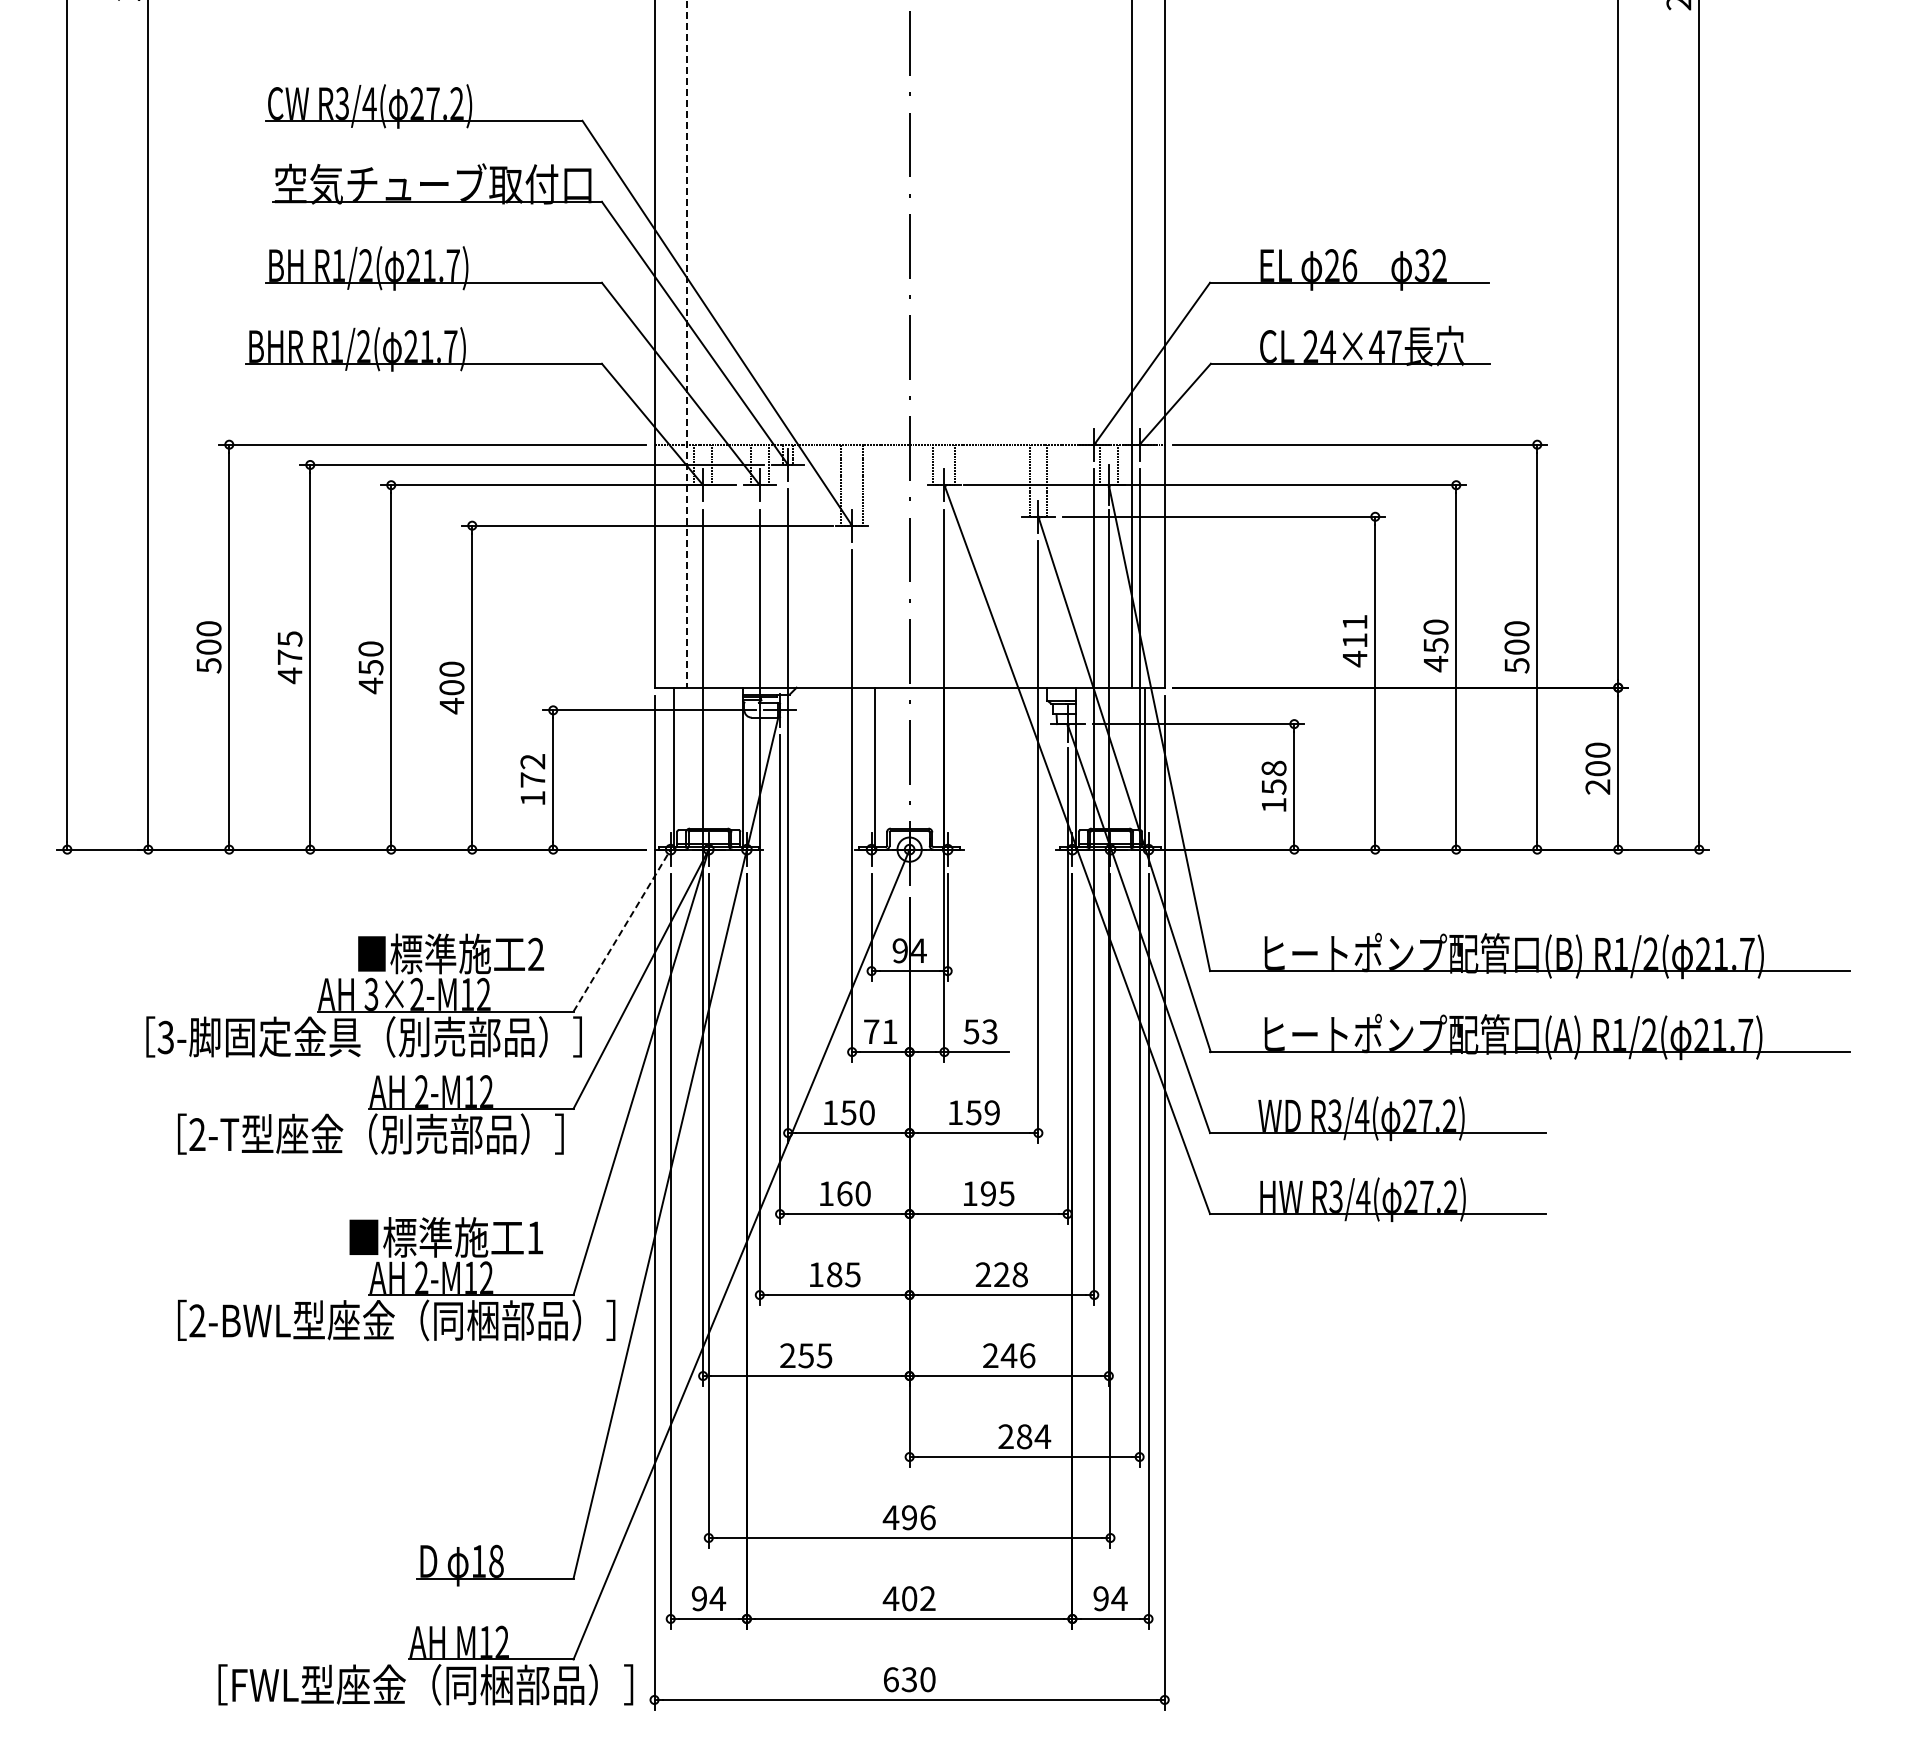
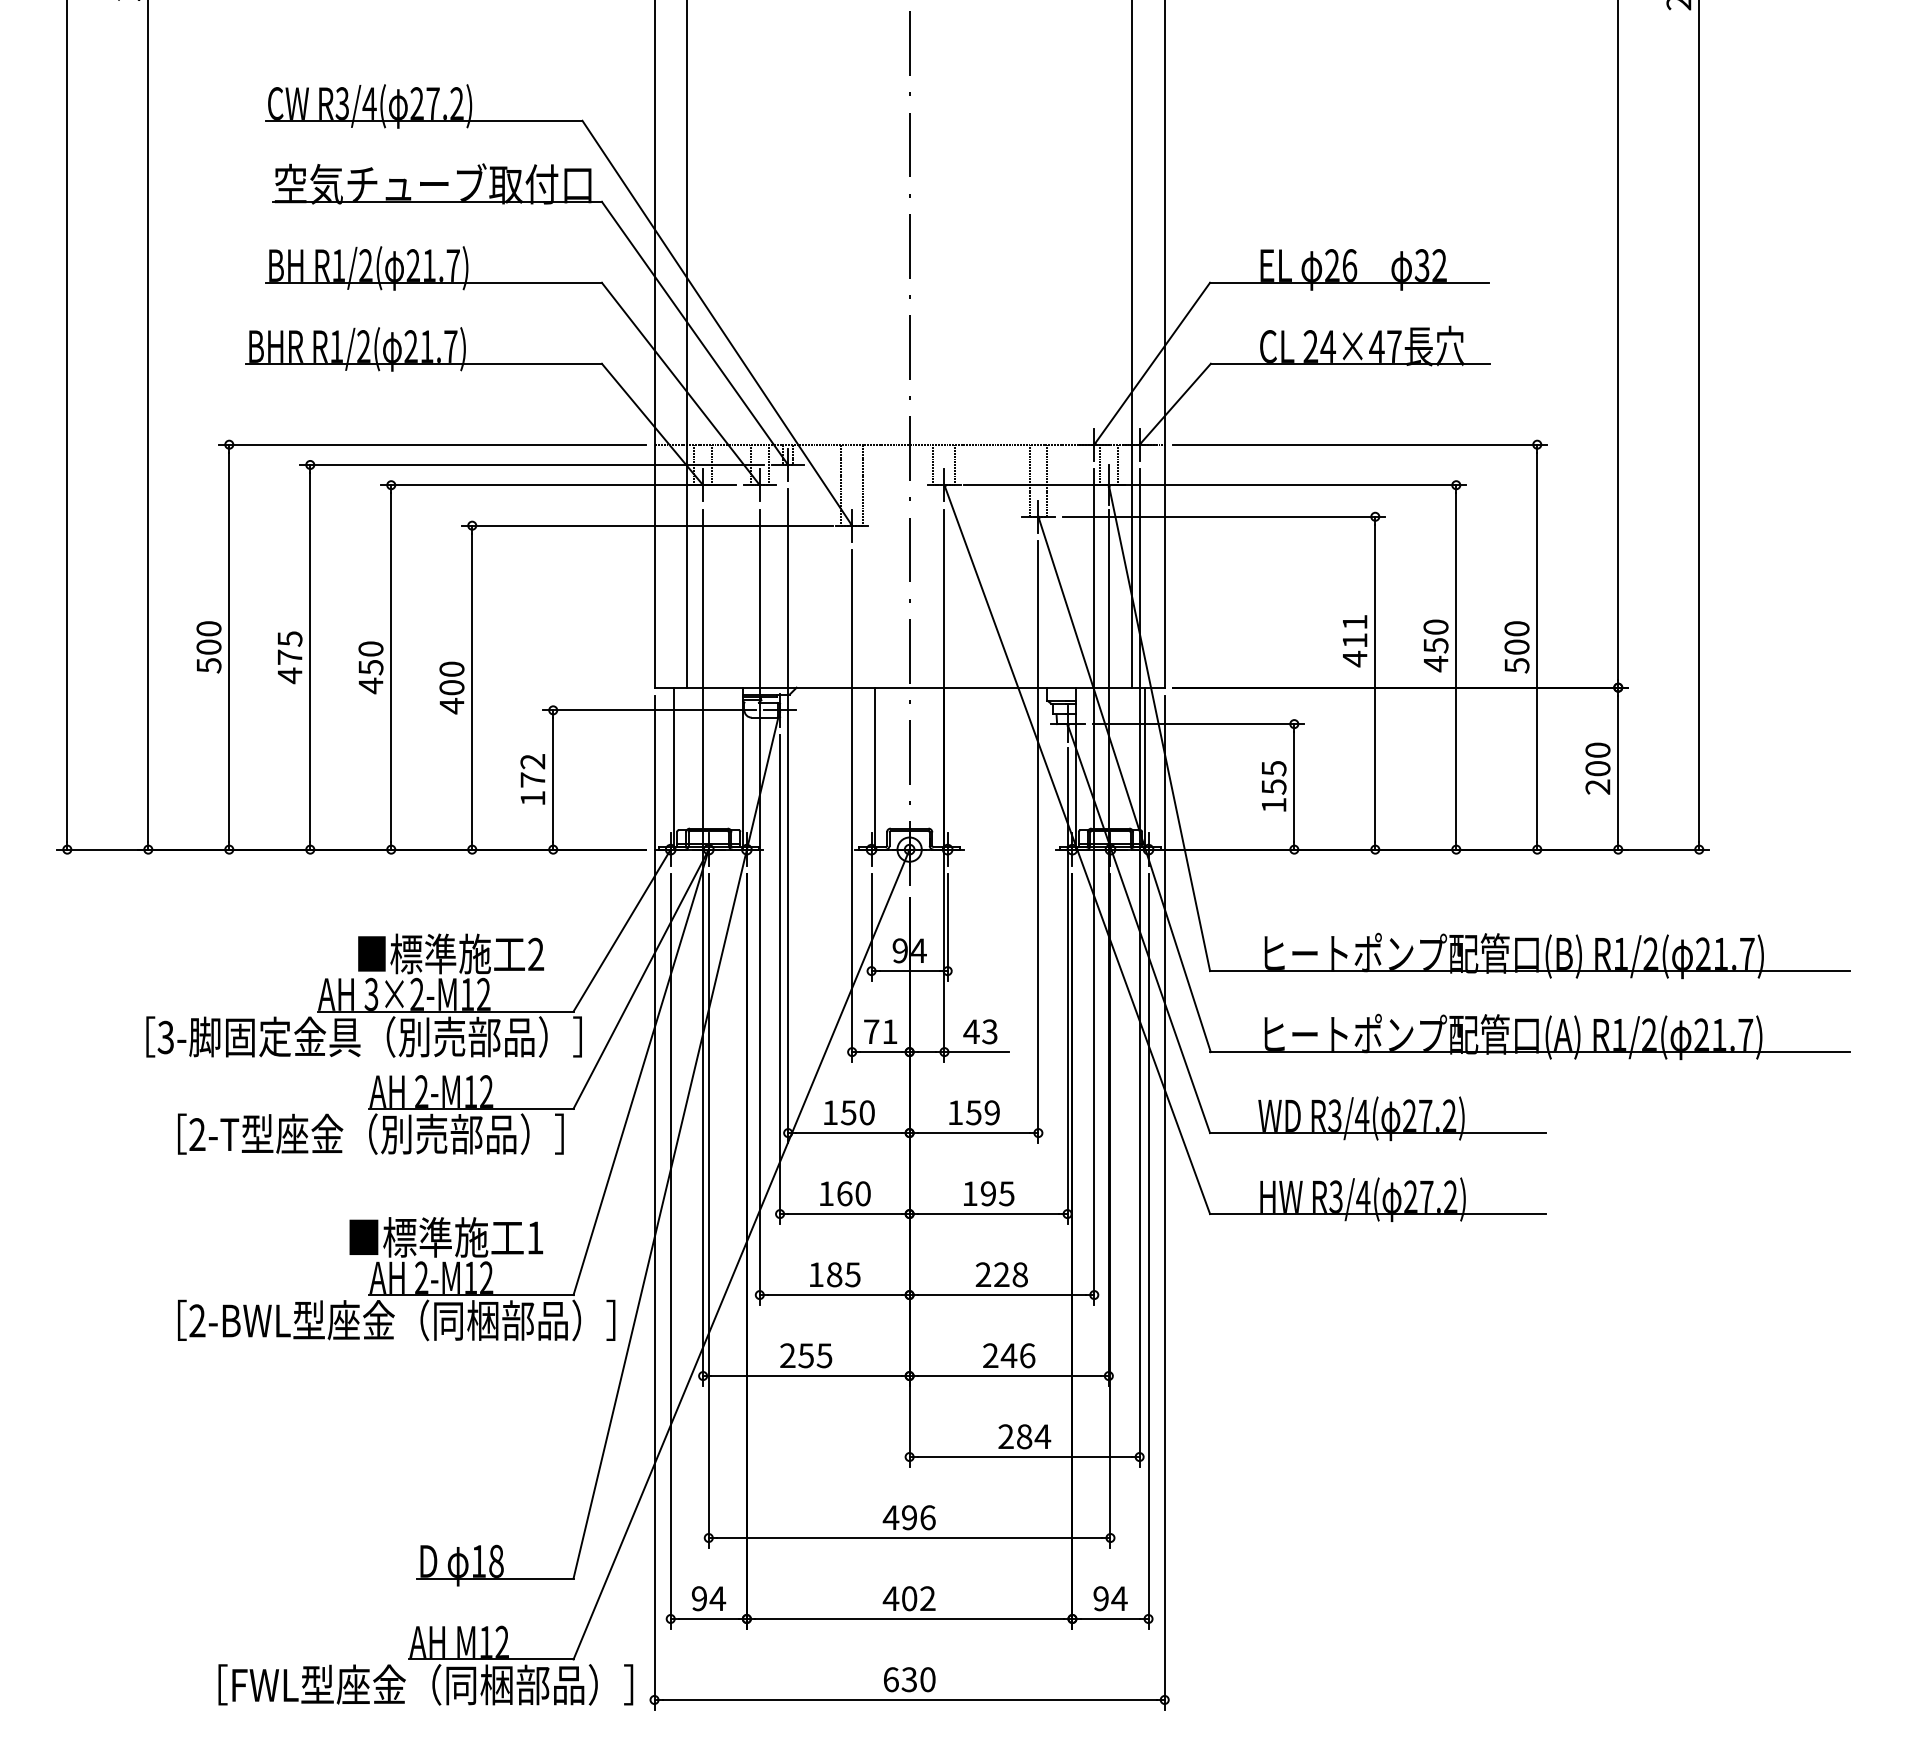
line at (686, 343): dashed -> solid
text at (1273, 768): 158 -> 155
line at (622, 930): dashed -> solid
text at (971, 1031): 53 -> 43
